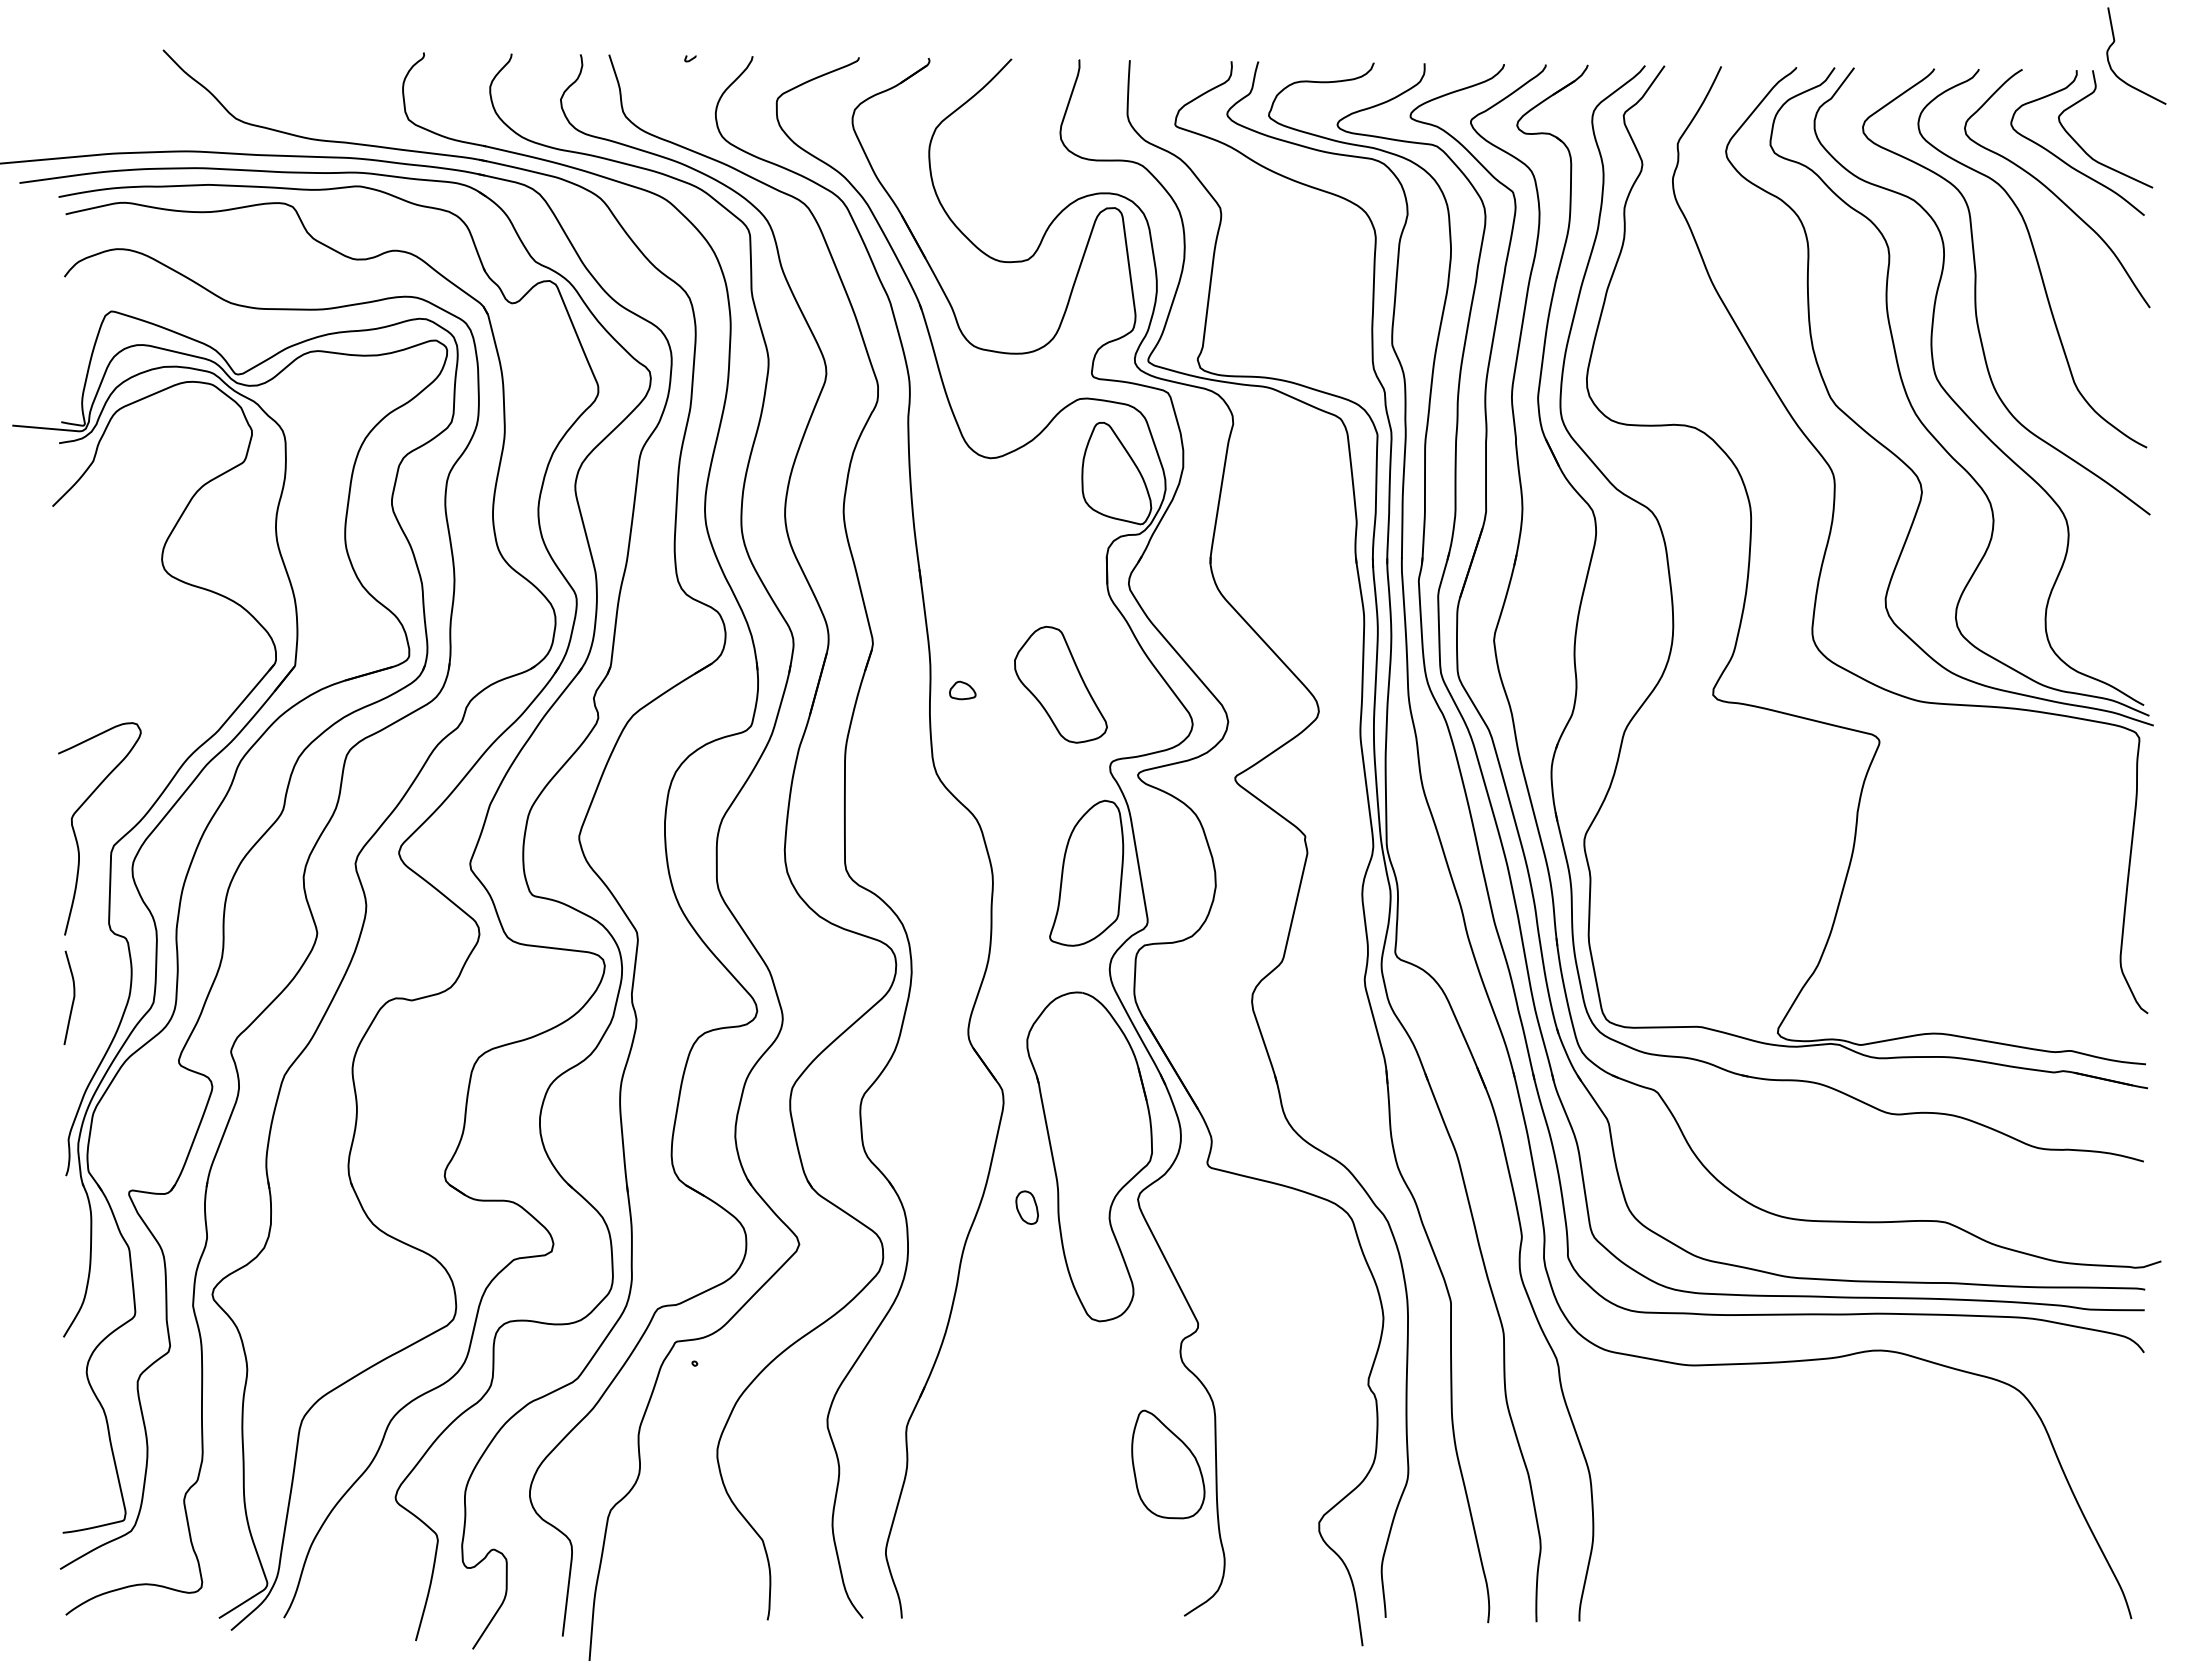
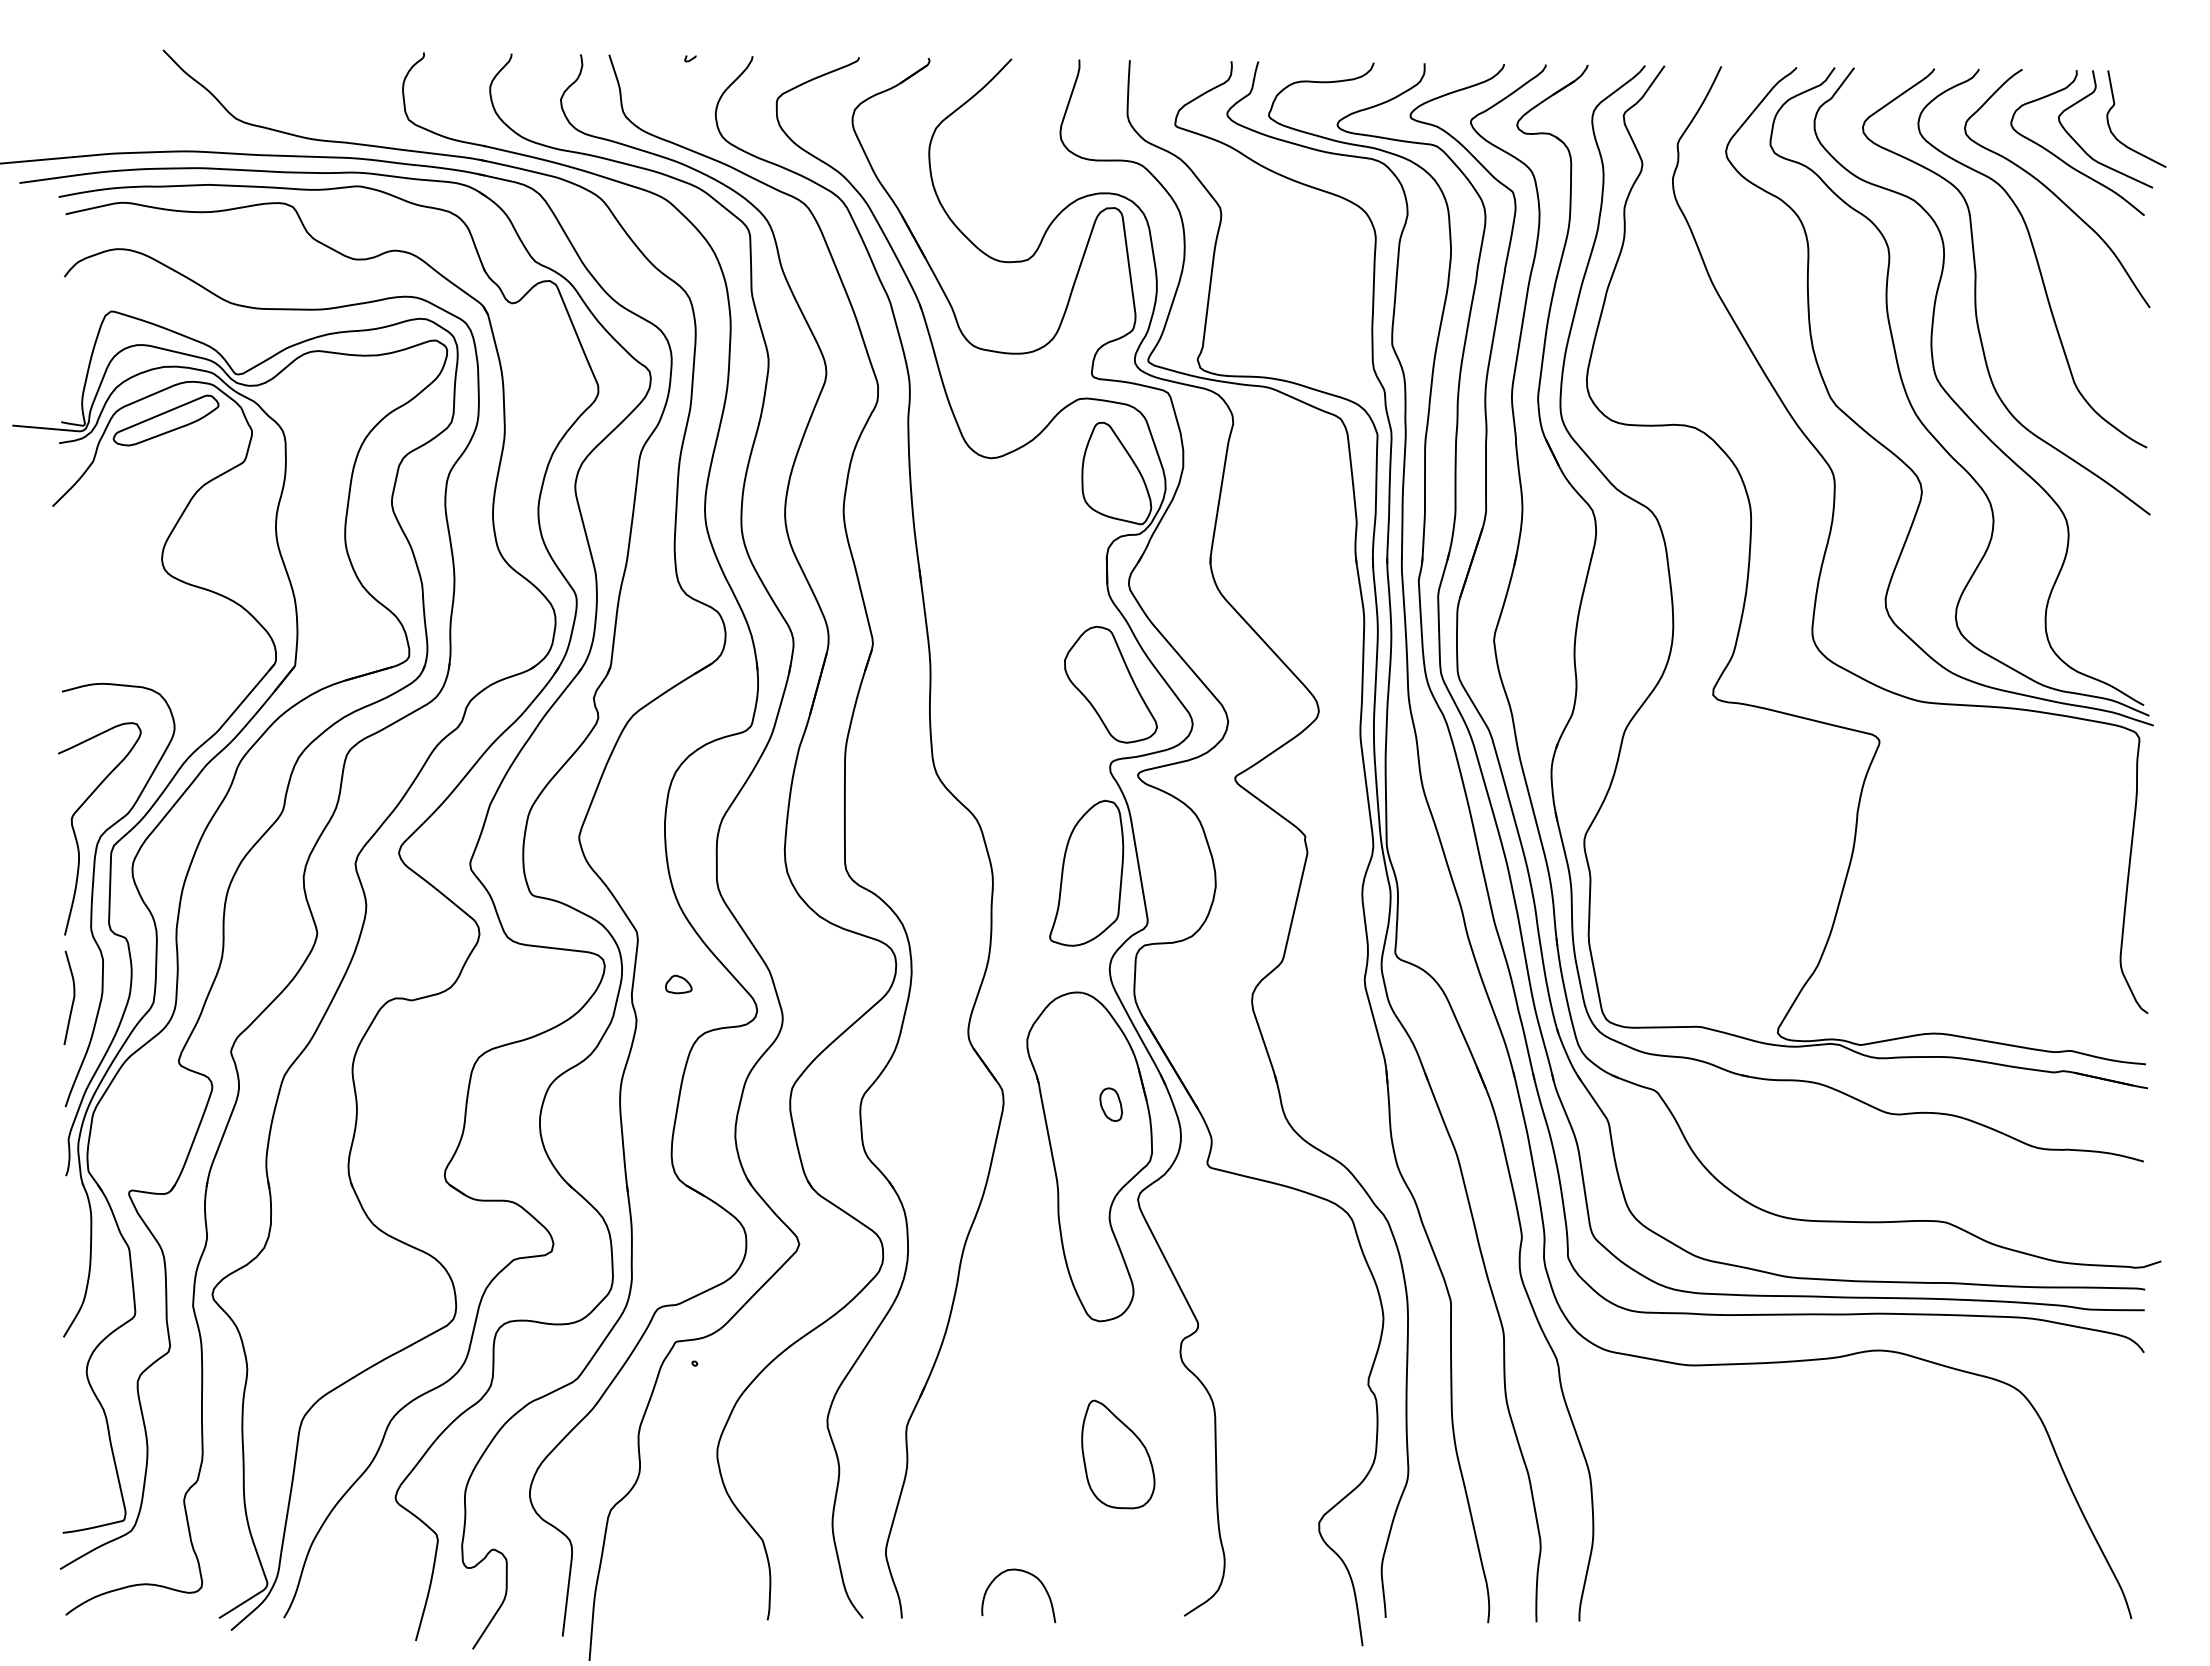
curve at (2113, 44) position: (2113, 44) -> (2113, 107)
part at (165, 420): none -> present
part at (1060, 684) position: (1060, 684) -> (1110, 684)
part at (962, 690) position: (962, 690) -> (678, 984)
curve at (93, 895): none -> present
part at (1026, 1207) position: (1026, 1207) -> (1110, 1104)
part at (1168, 1464) position: (1168, 1464) -> (1118, 1454)
curve at (1026, 1573): none -> present
